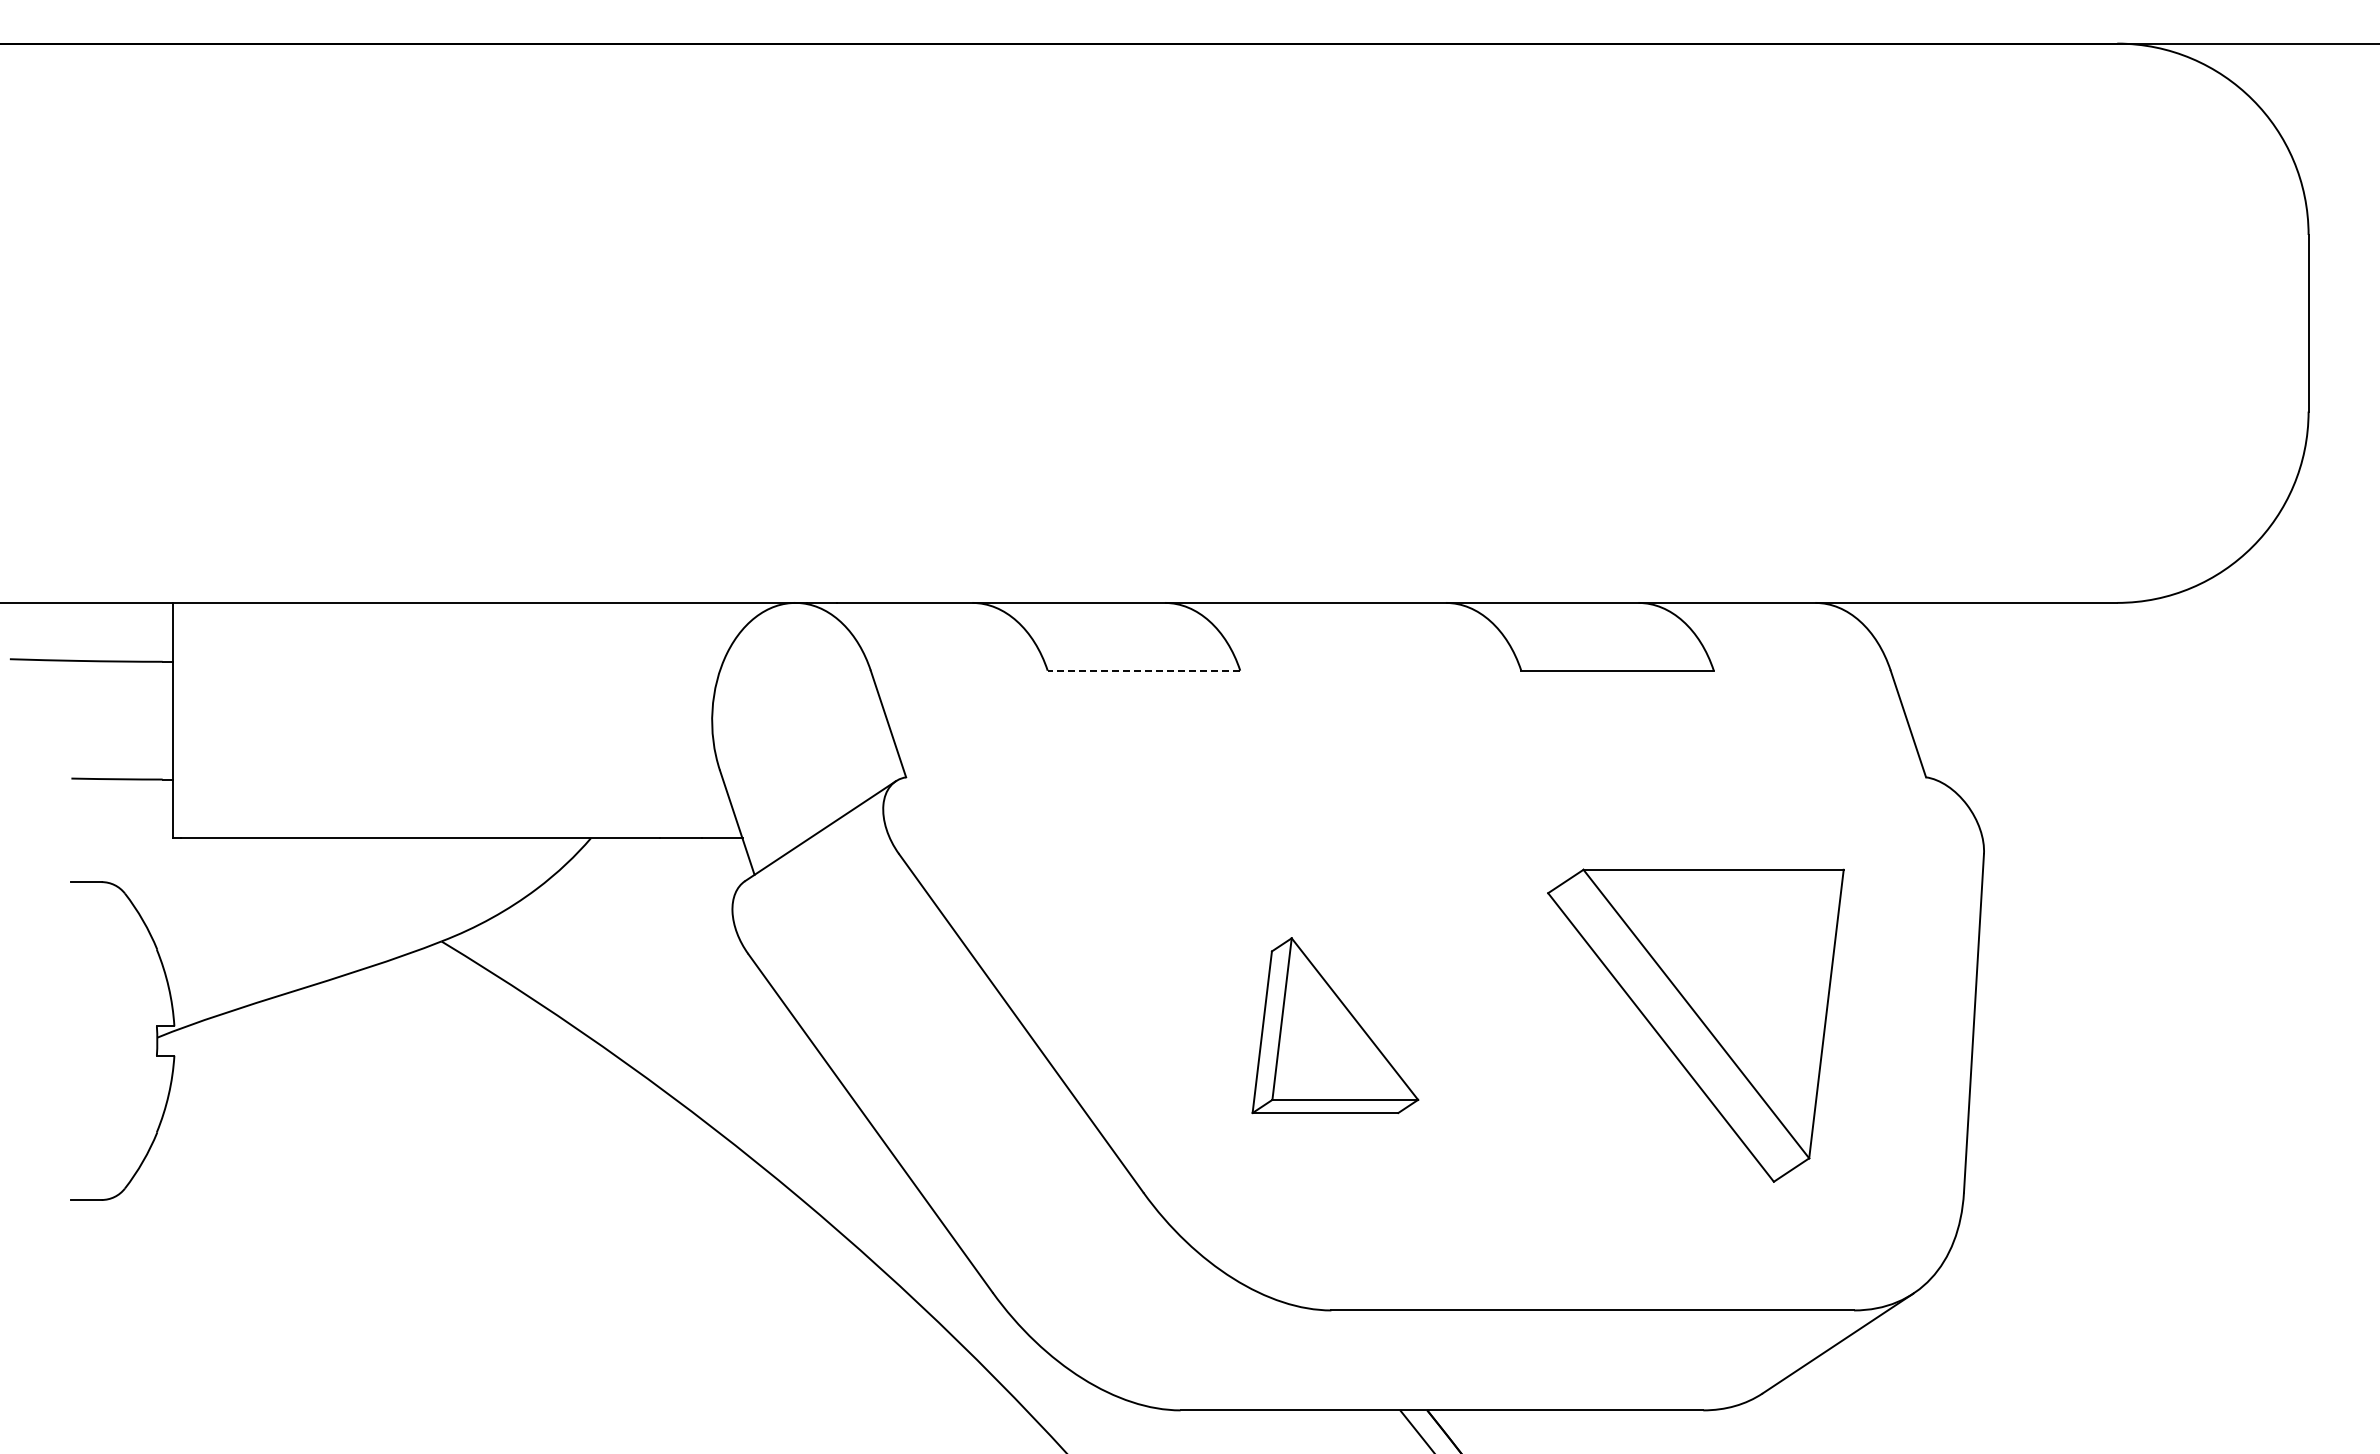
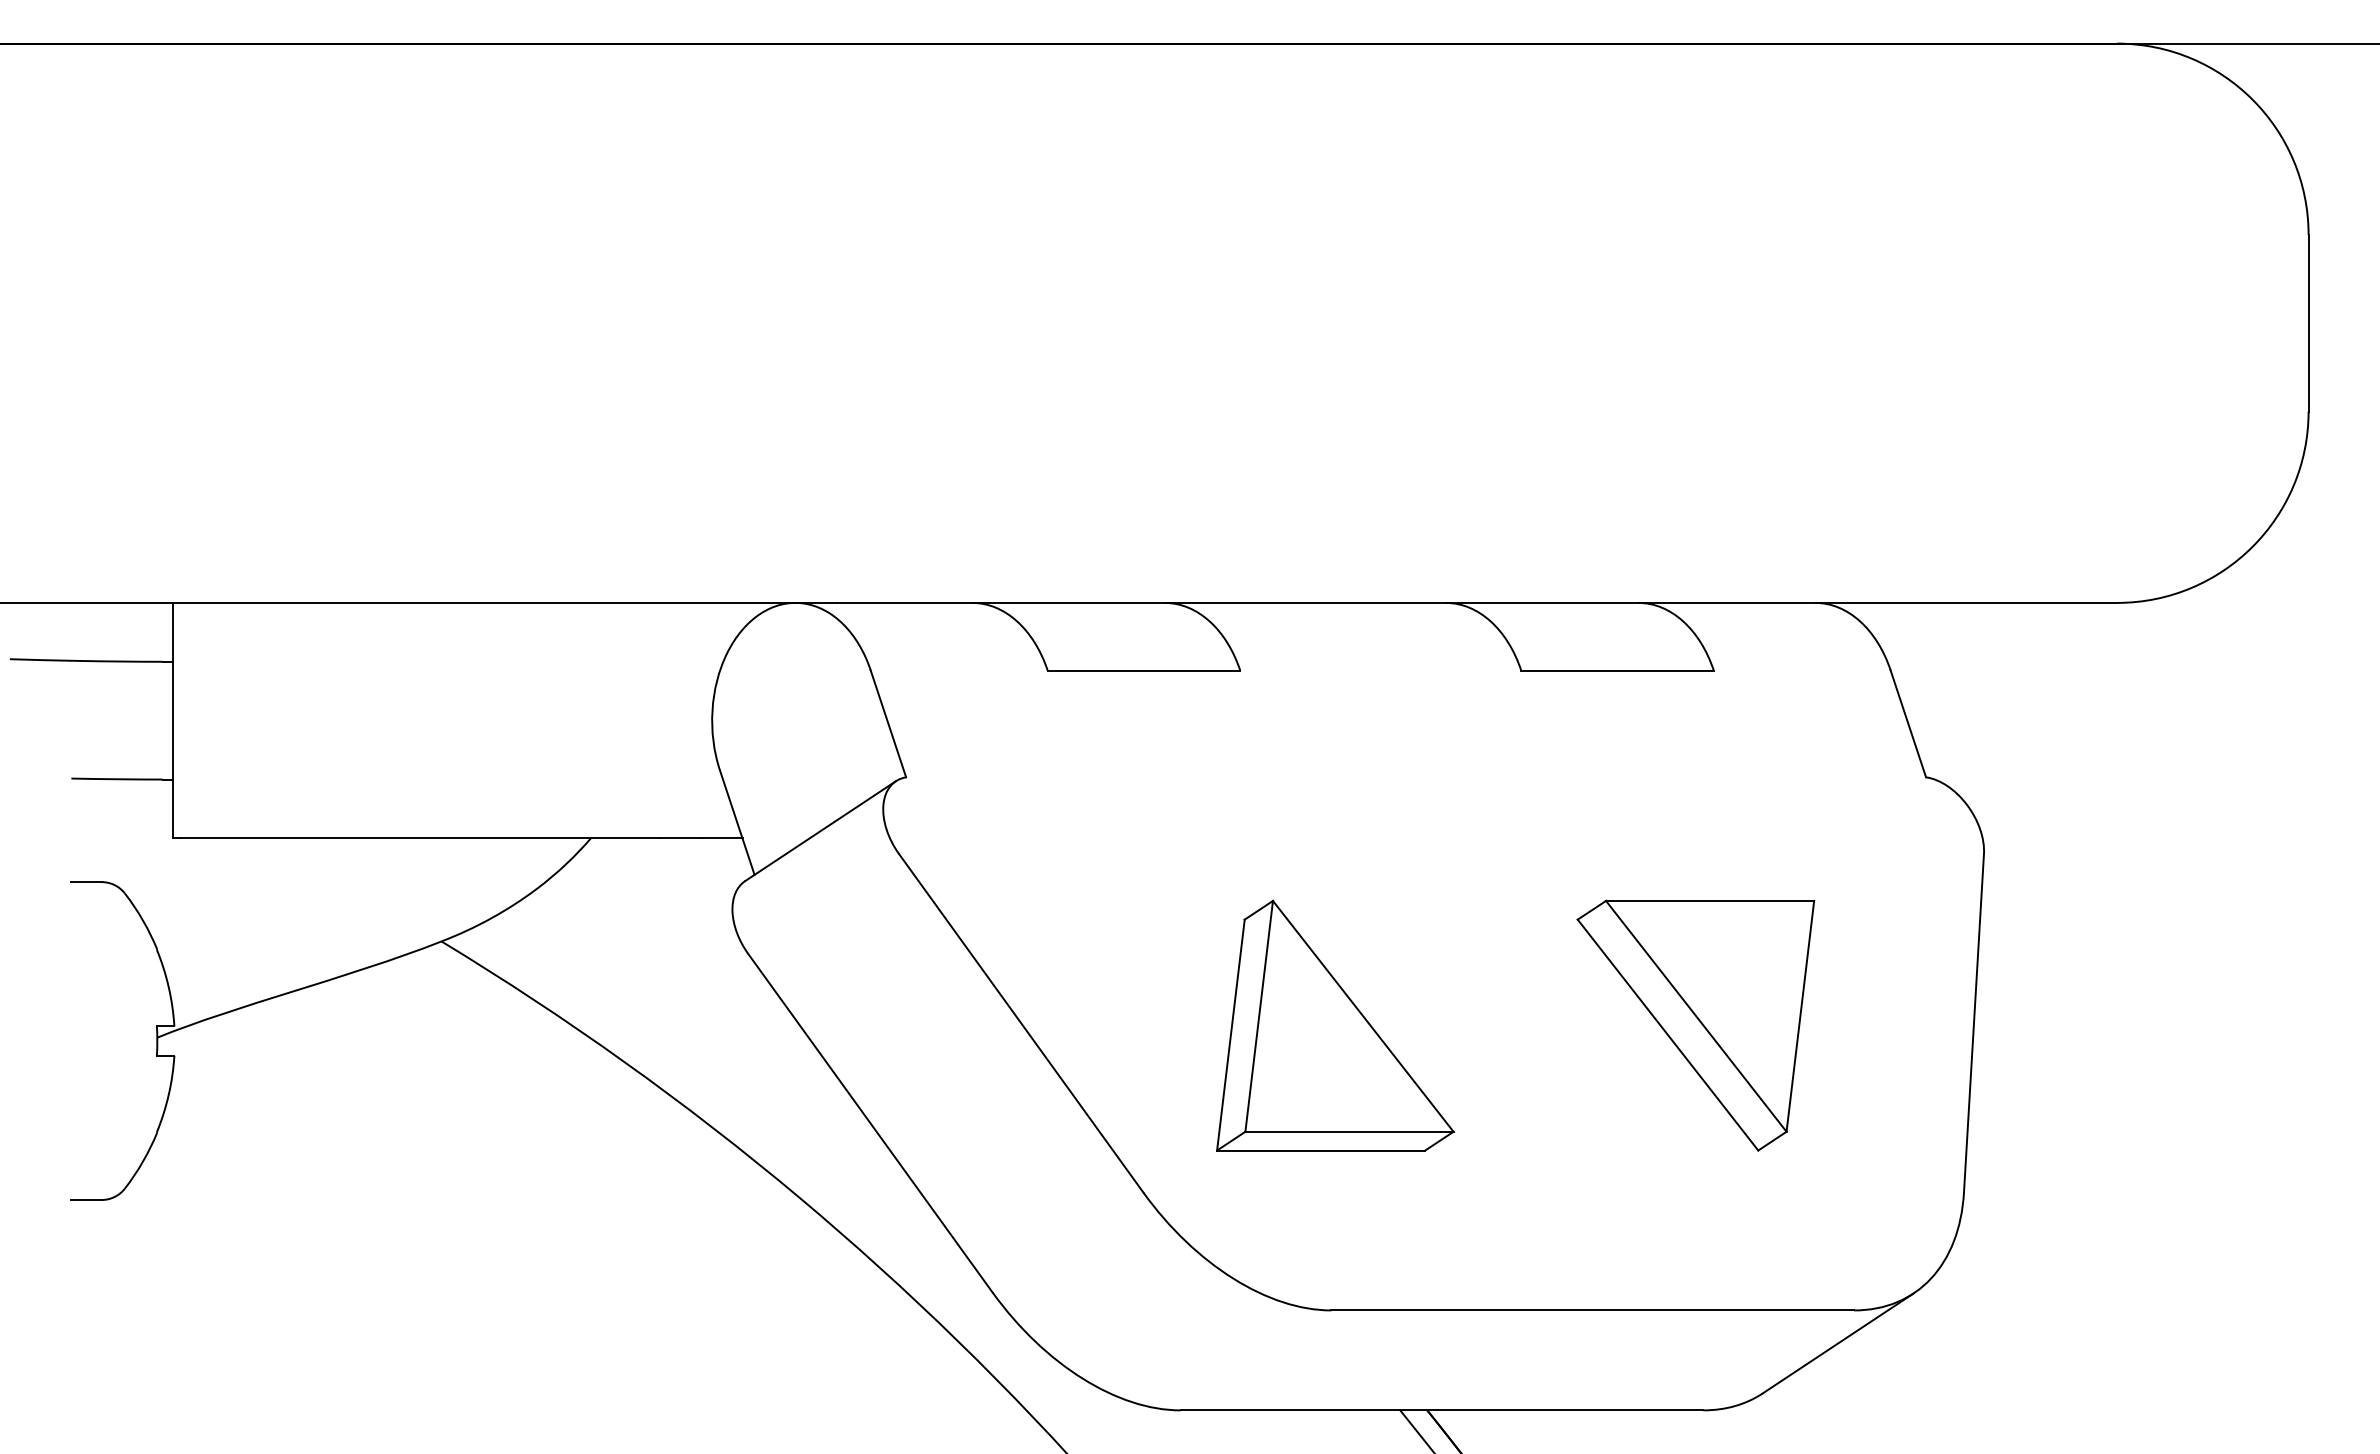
line at (1143, 670): dashed -> solid
part at (1335, 1025) size: 169x178 px -> 239x253 px
part at (1695, 1025) size: 298x315 px -> 240x253 px
